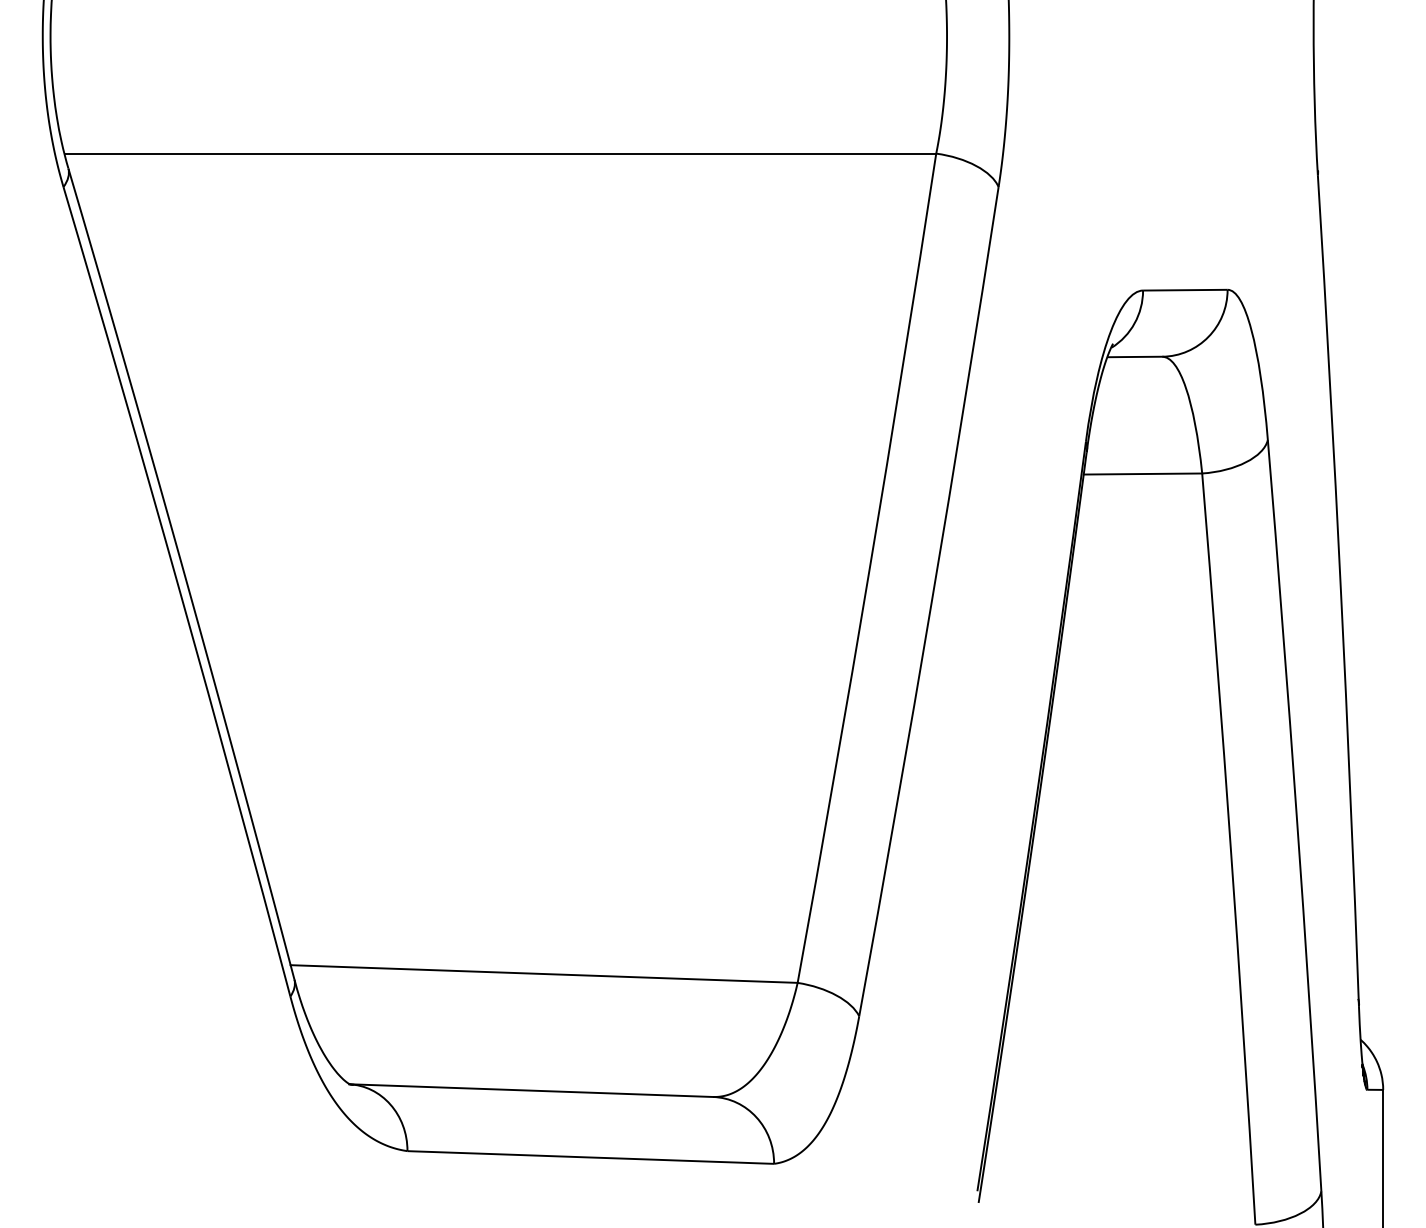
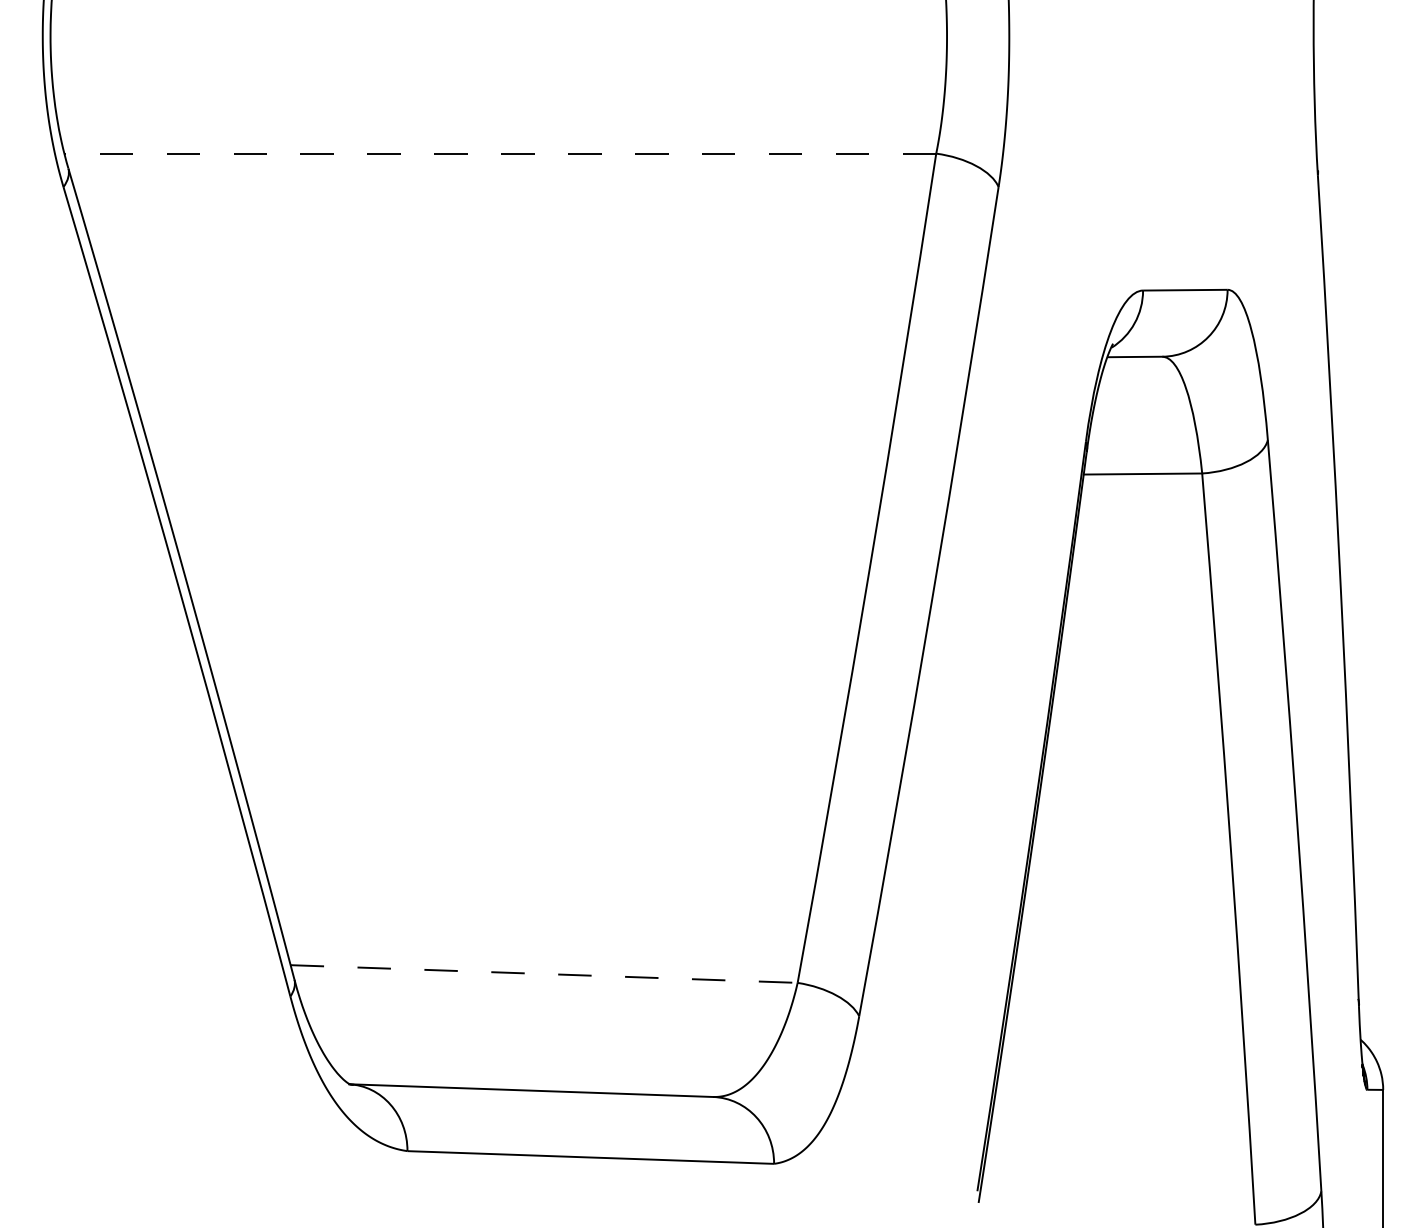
line at (500, 153): solid -> dashed
line at (544, 974): solid -> dashed
